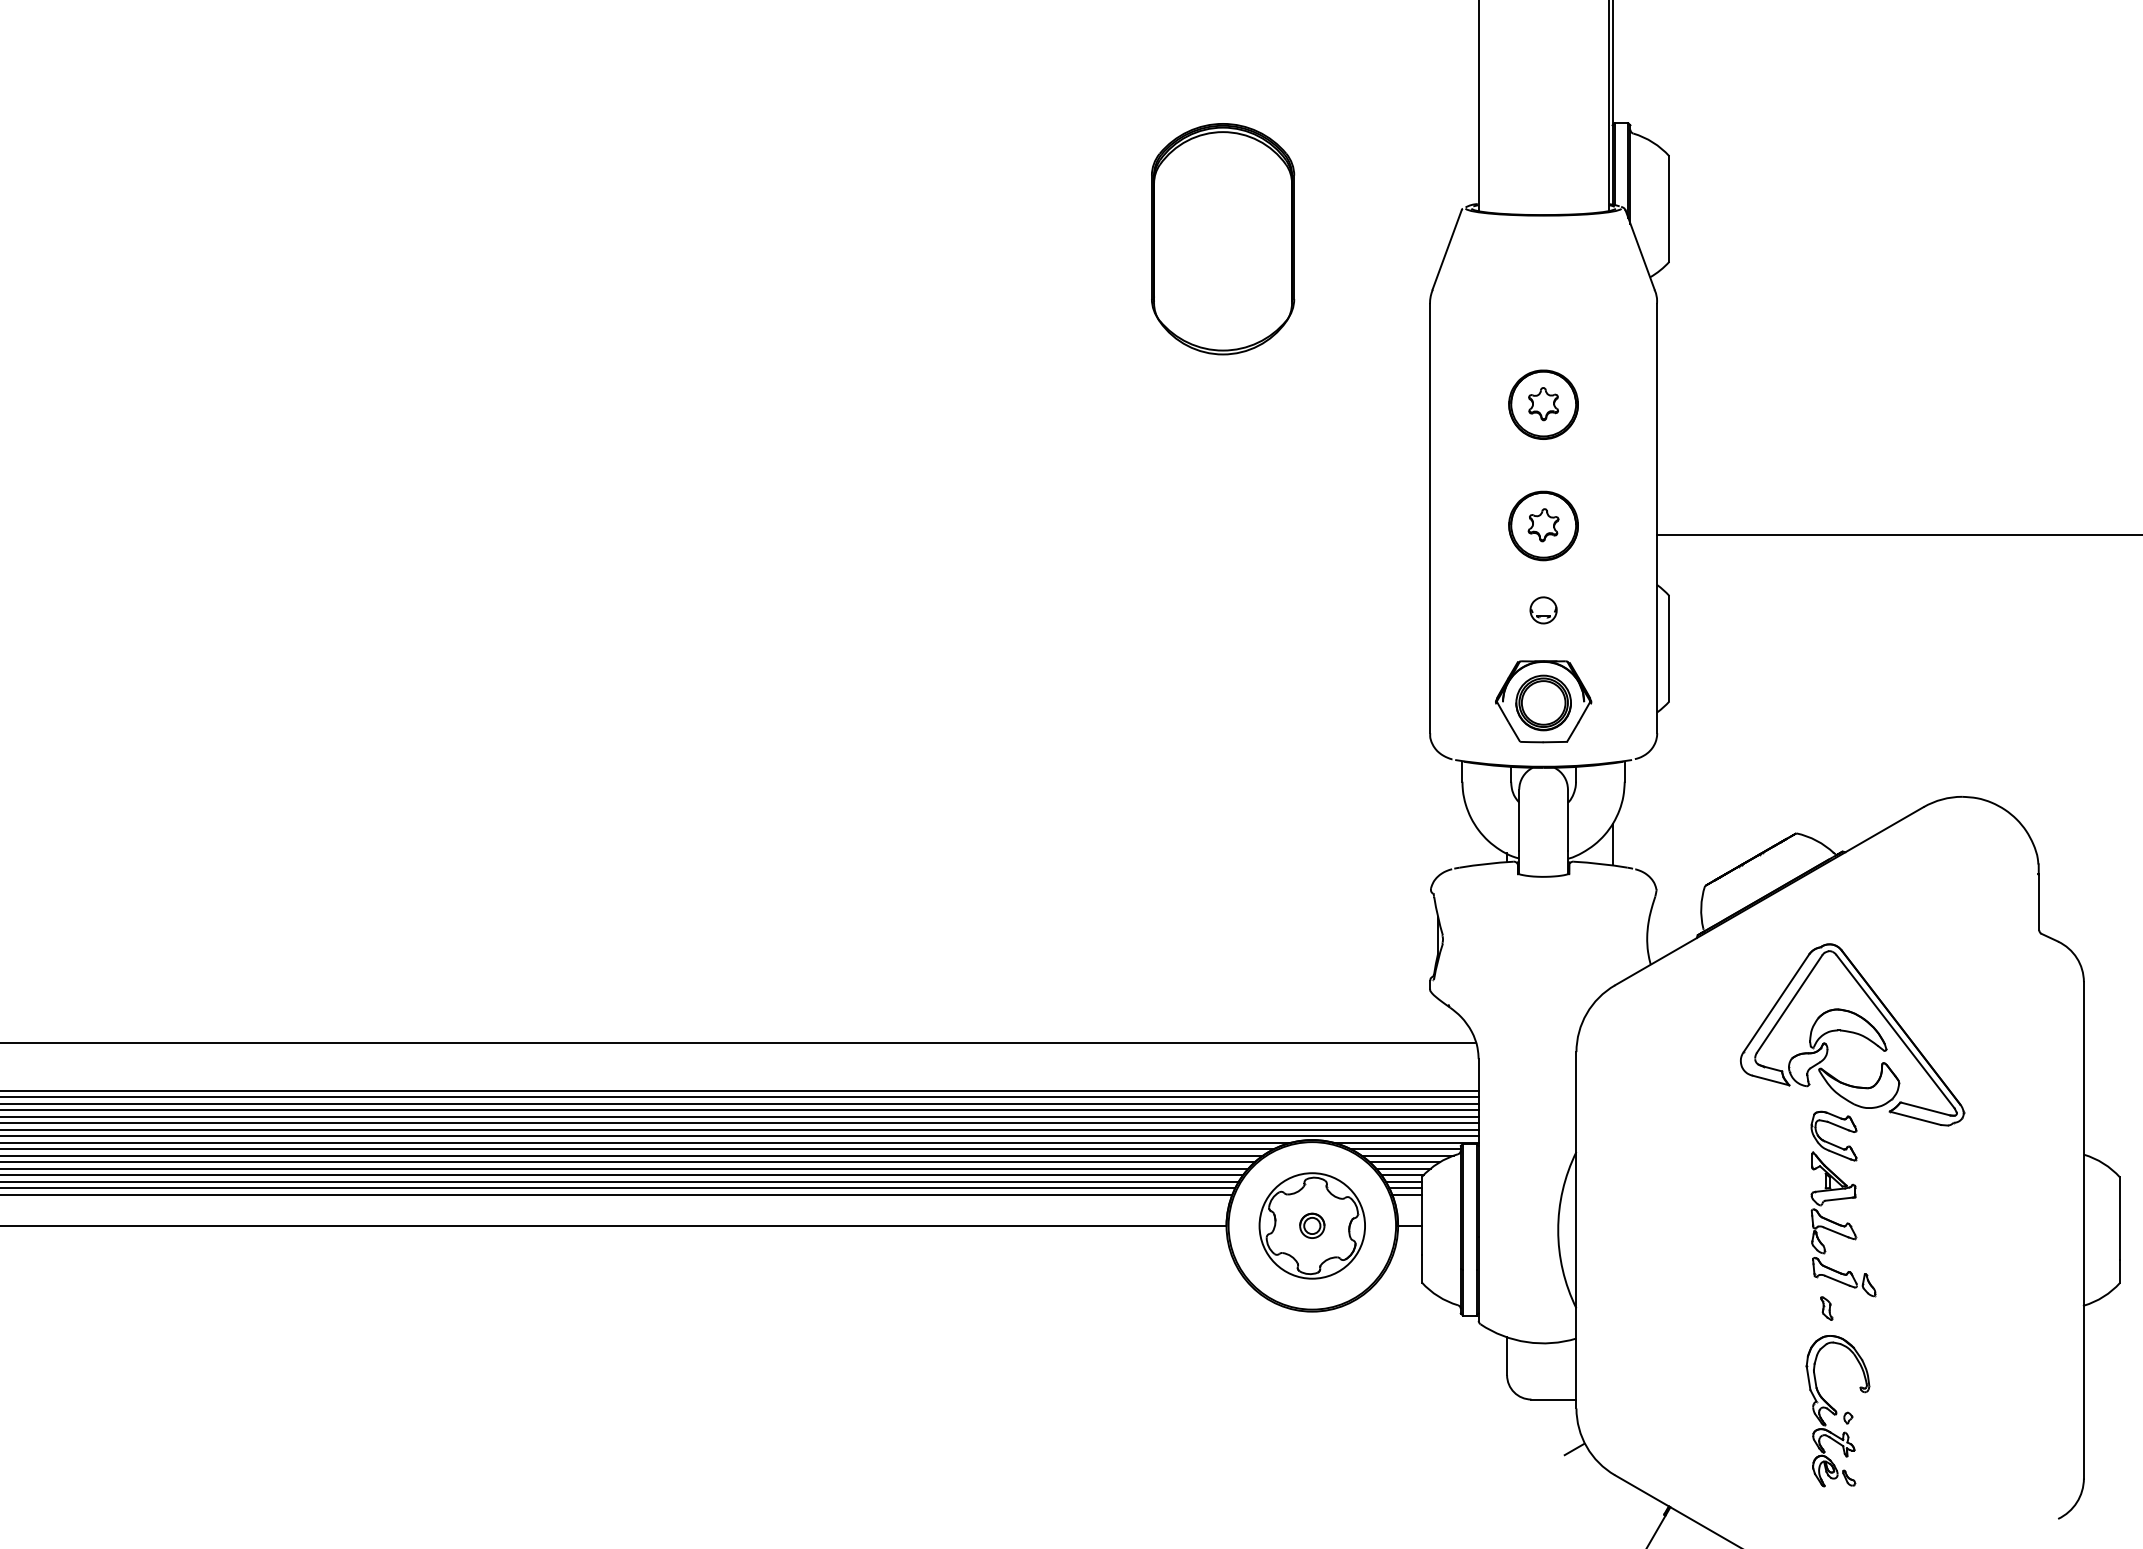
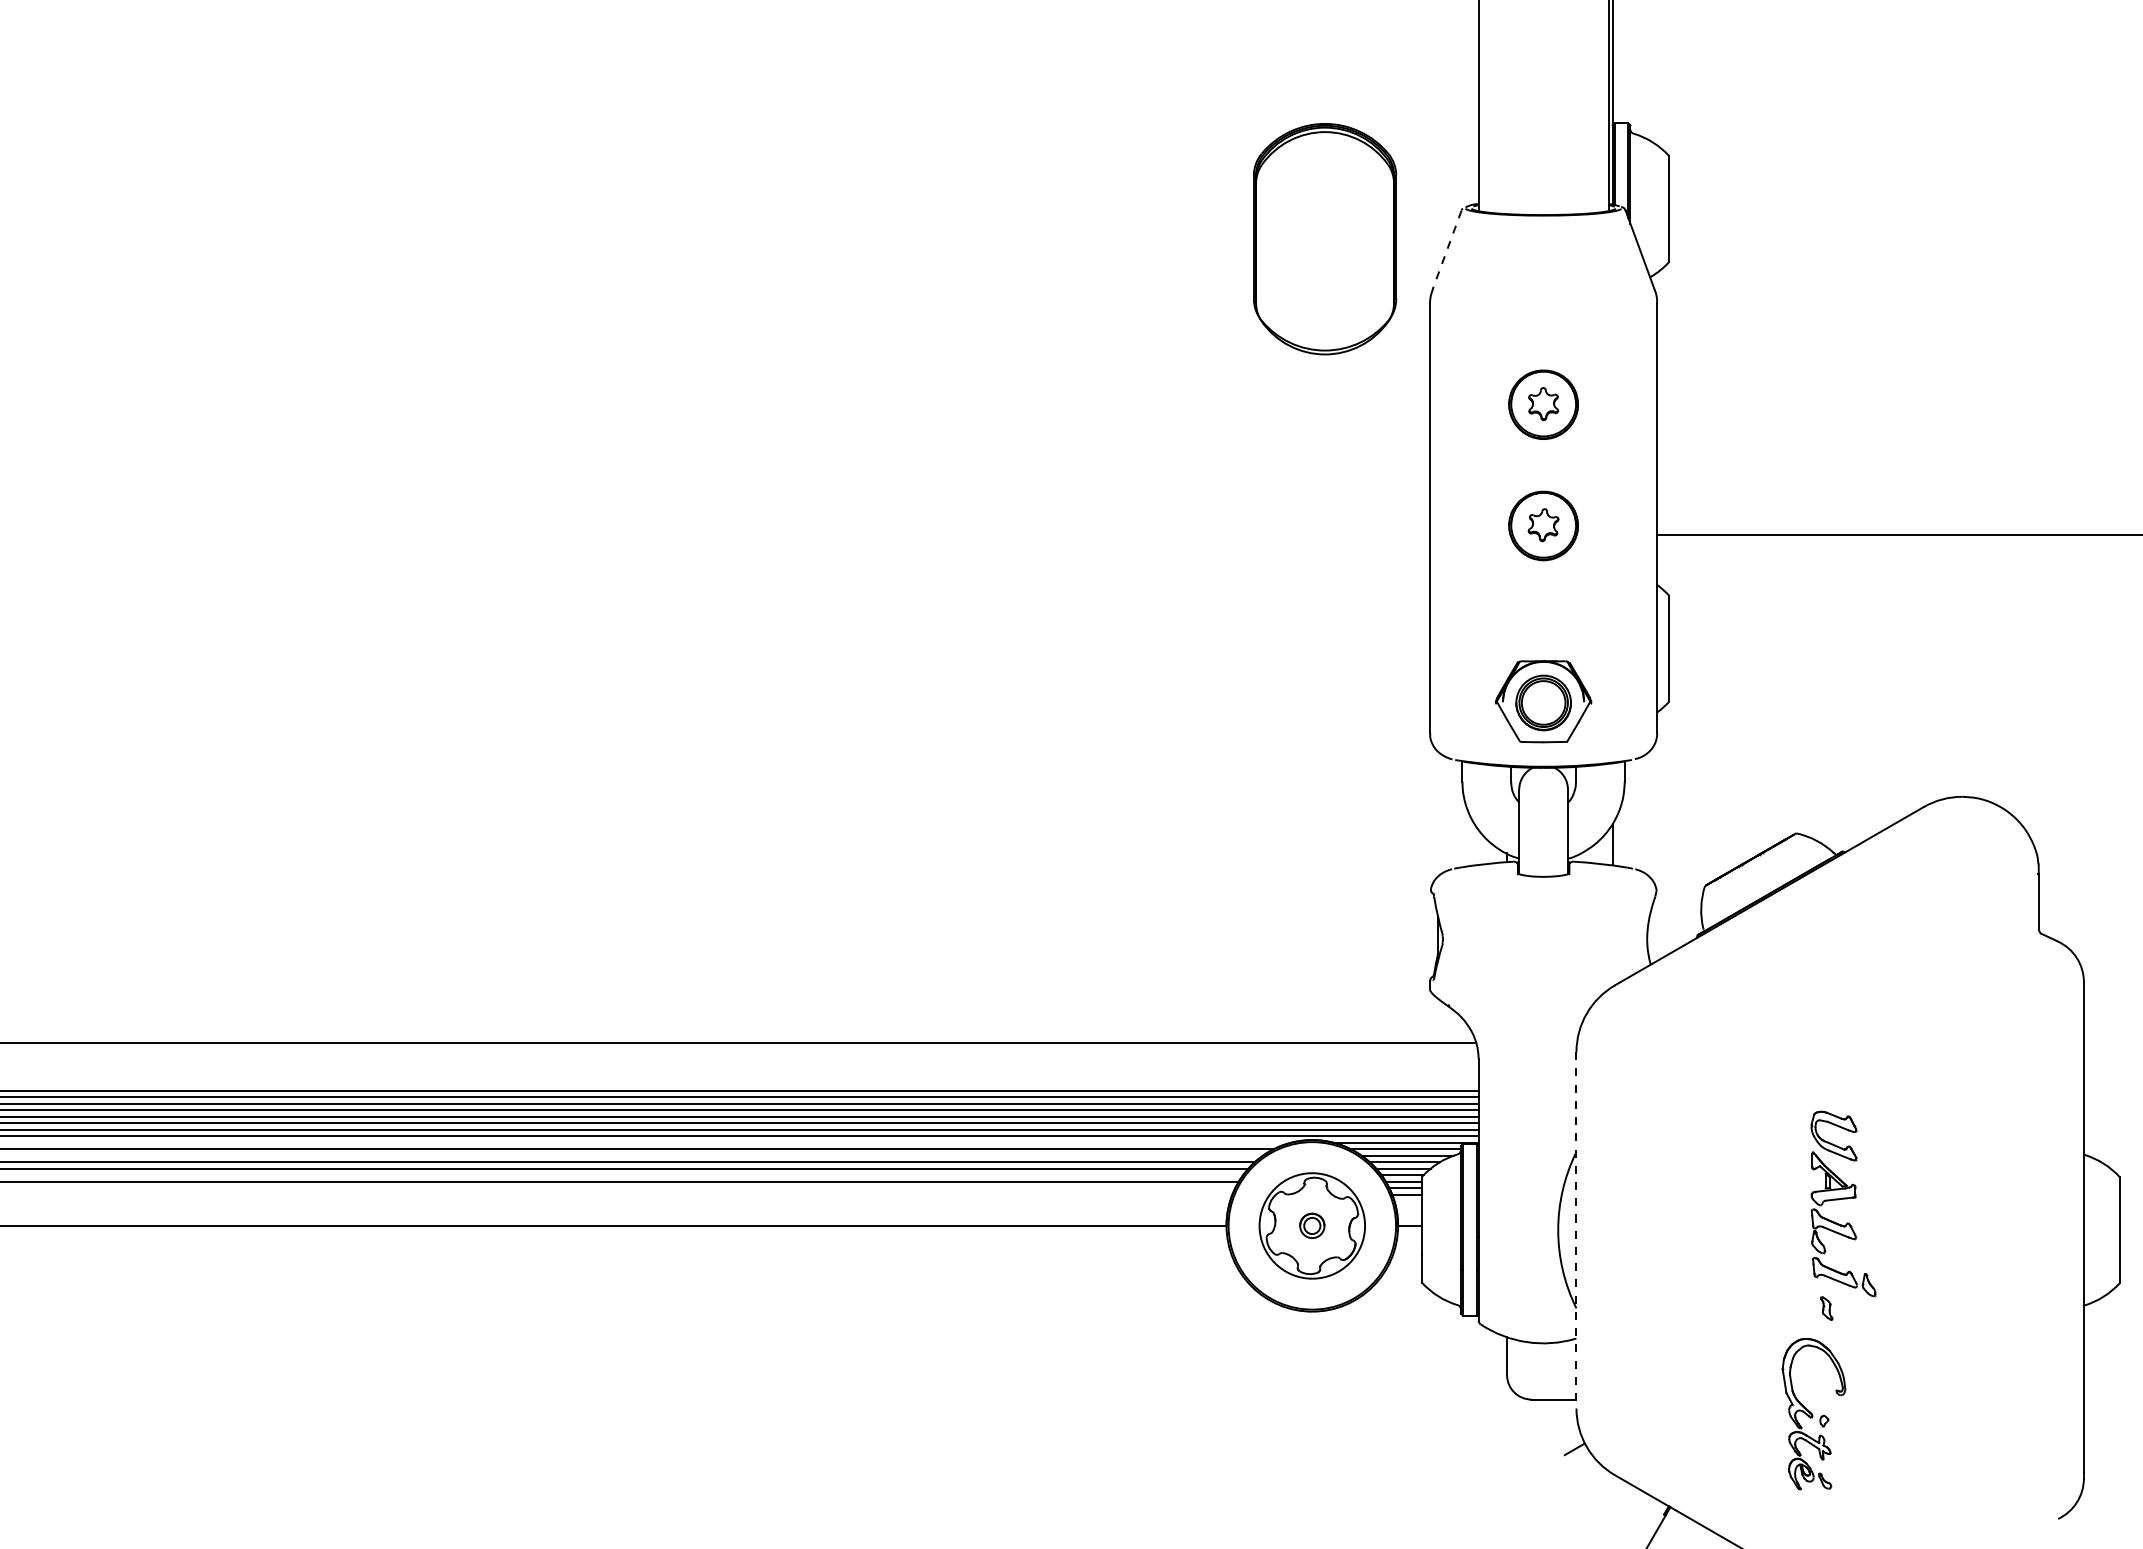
part at (1223, 239) position: (1223, 239) -> (1325, 239)
line at (1446, 250): solid -> dashed
part at (1543, 610): present -> none
part at (1852, 1034): present -> none
line at (646, 1142): present -> none
line at (632, 1155): present -> none
line at (622, 1175): present -> none
line at (618, 1188): present -> none
line at (617, 1194): present -> none
line at (1576, 1230): solid -> dashed
part at (1837, 1411) position: (1837, 1411) -> (1813, 1414)
